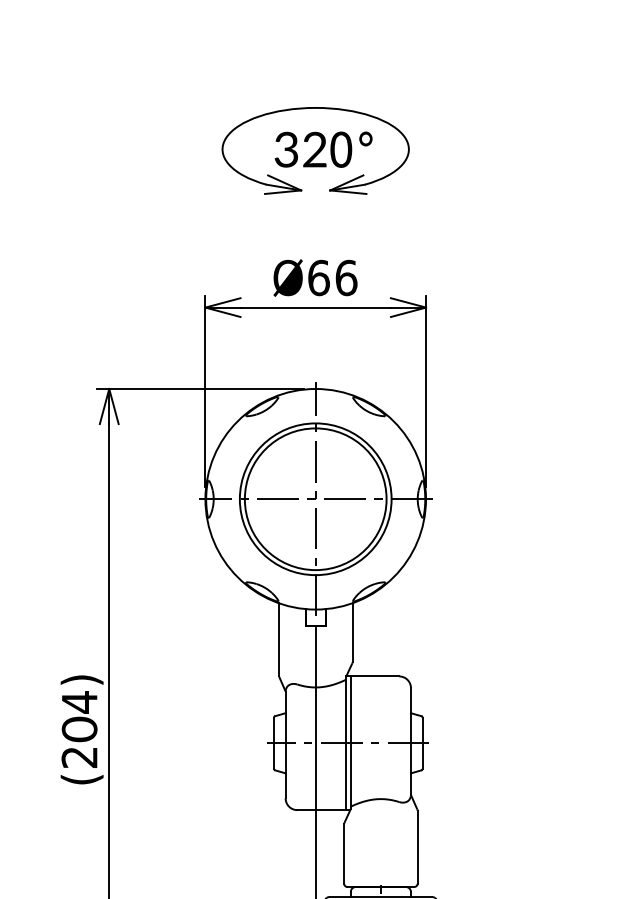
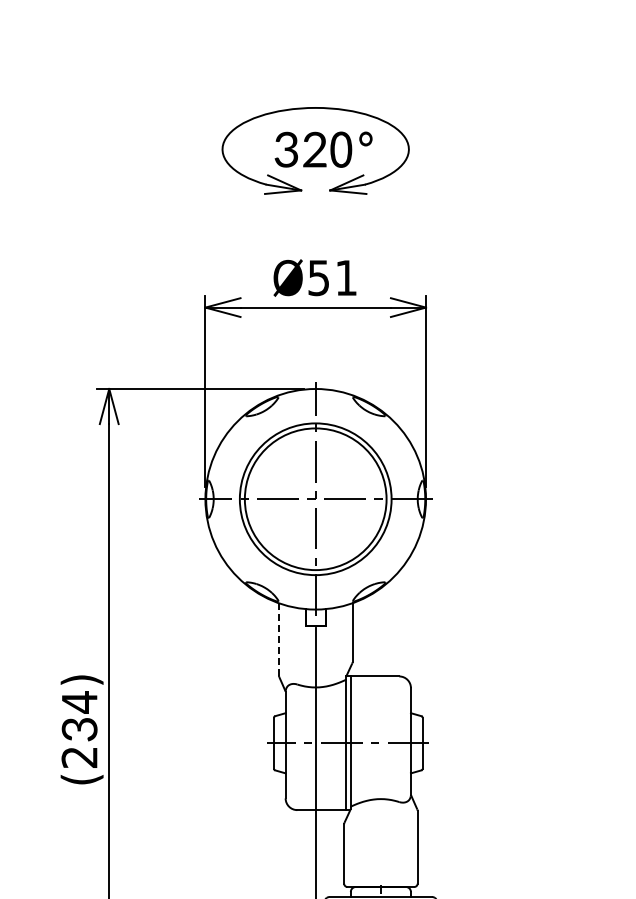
text at (332, 277): Ø66 -> Ø51
line at (278, 638): solid -> dashed
text at (79, 729): 0 -> 3
